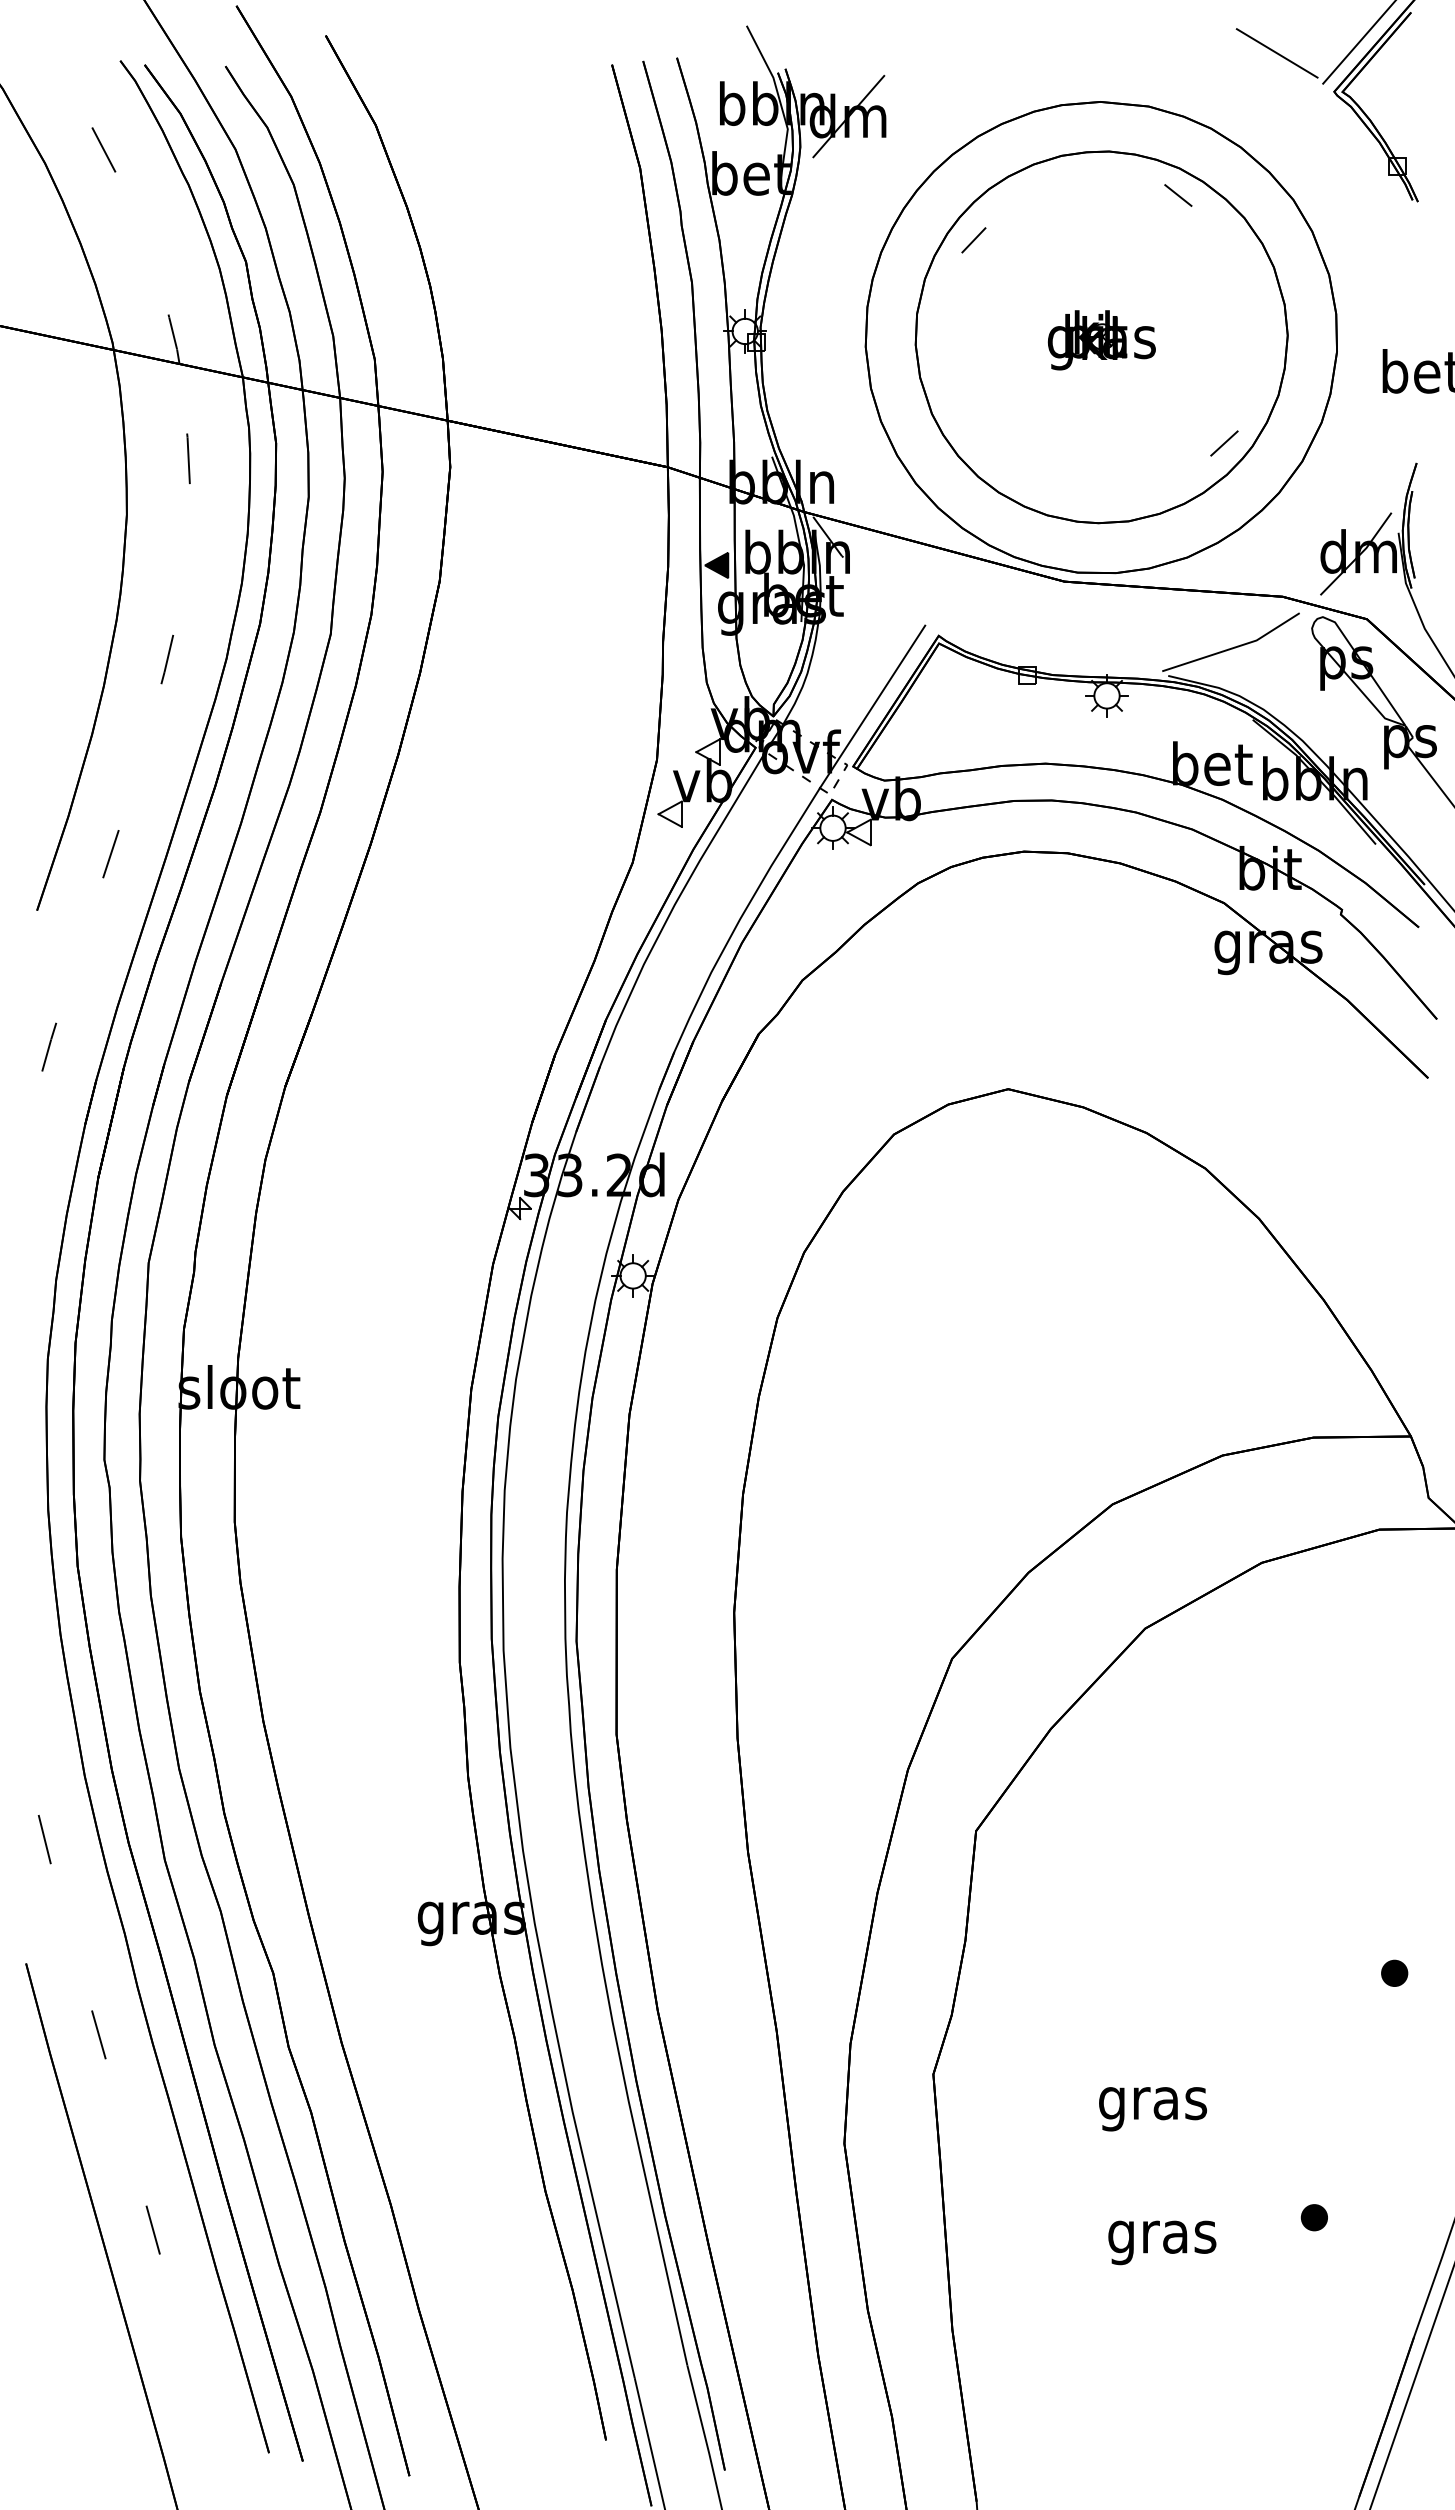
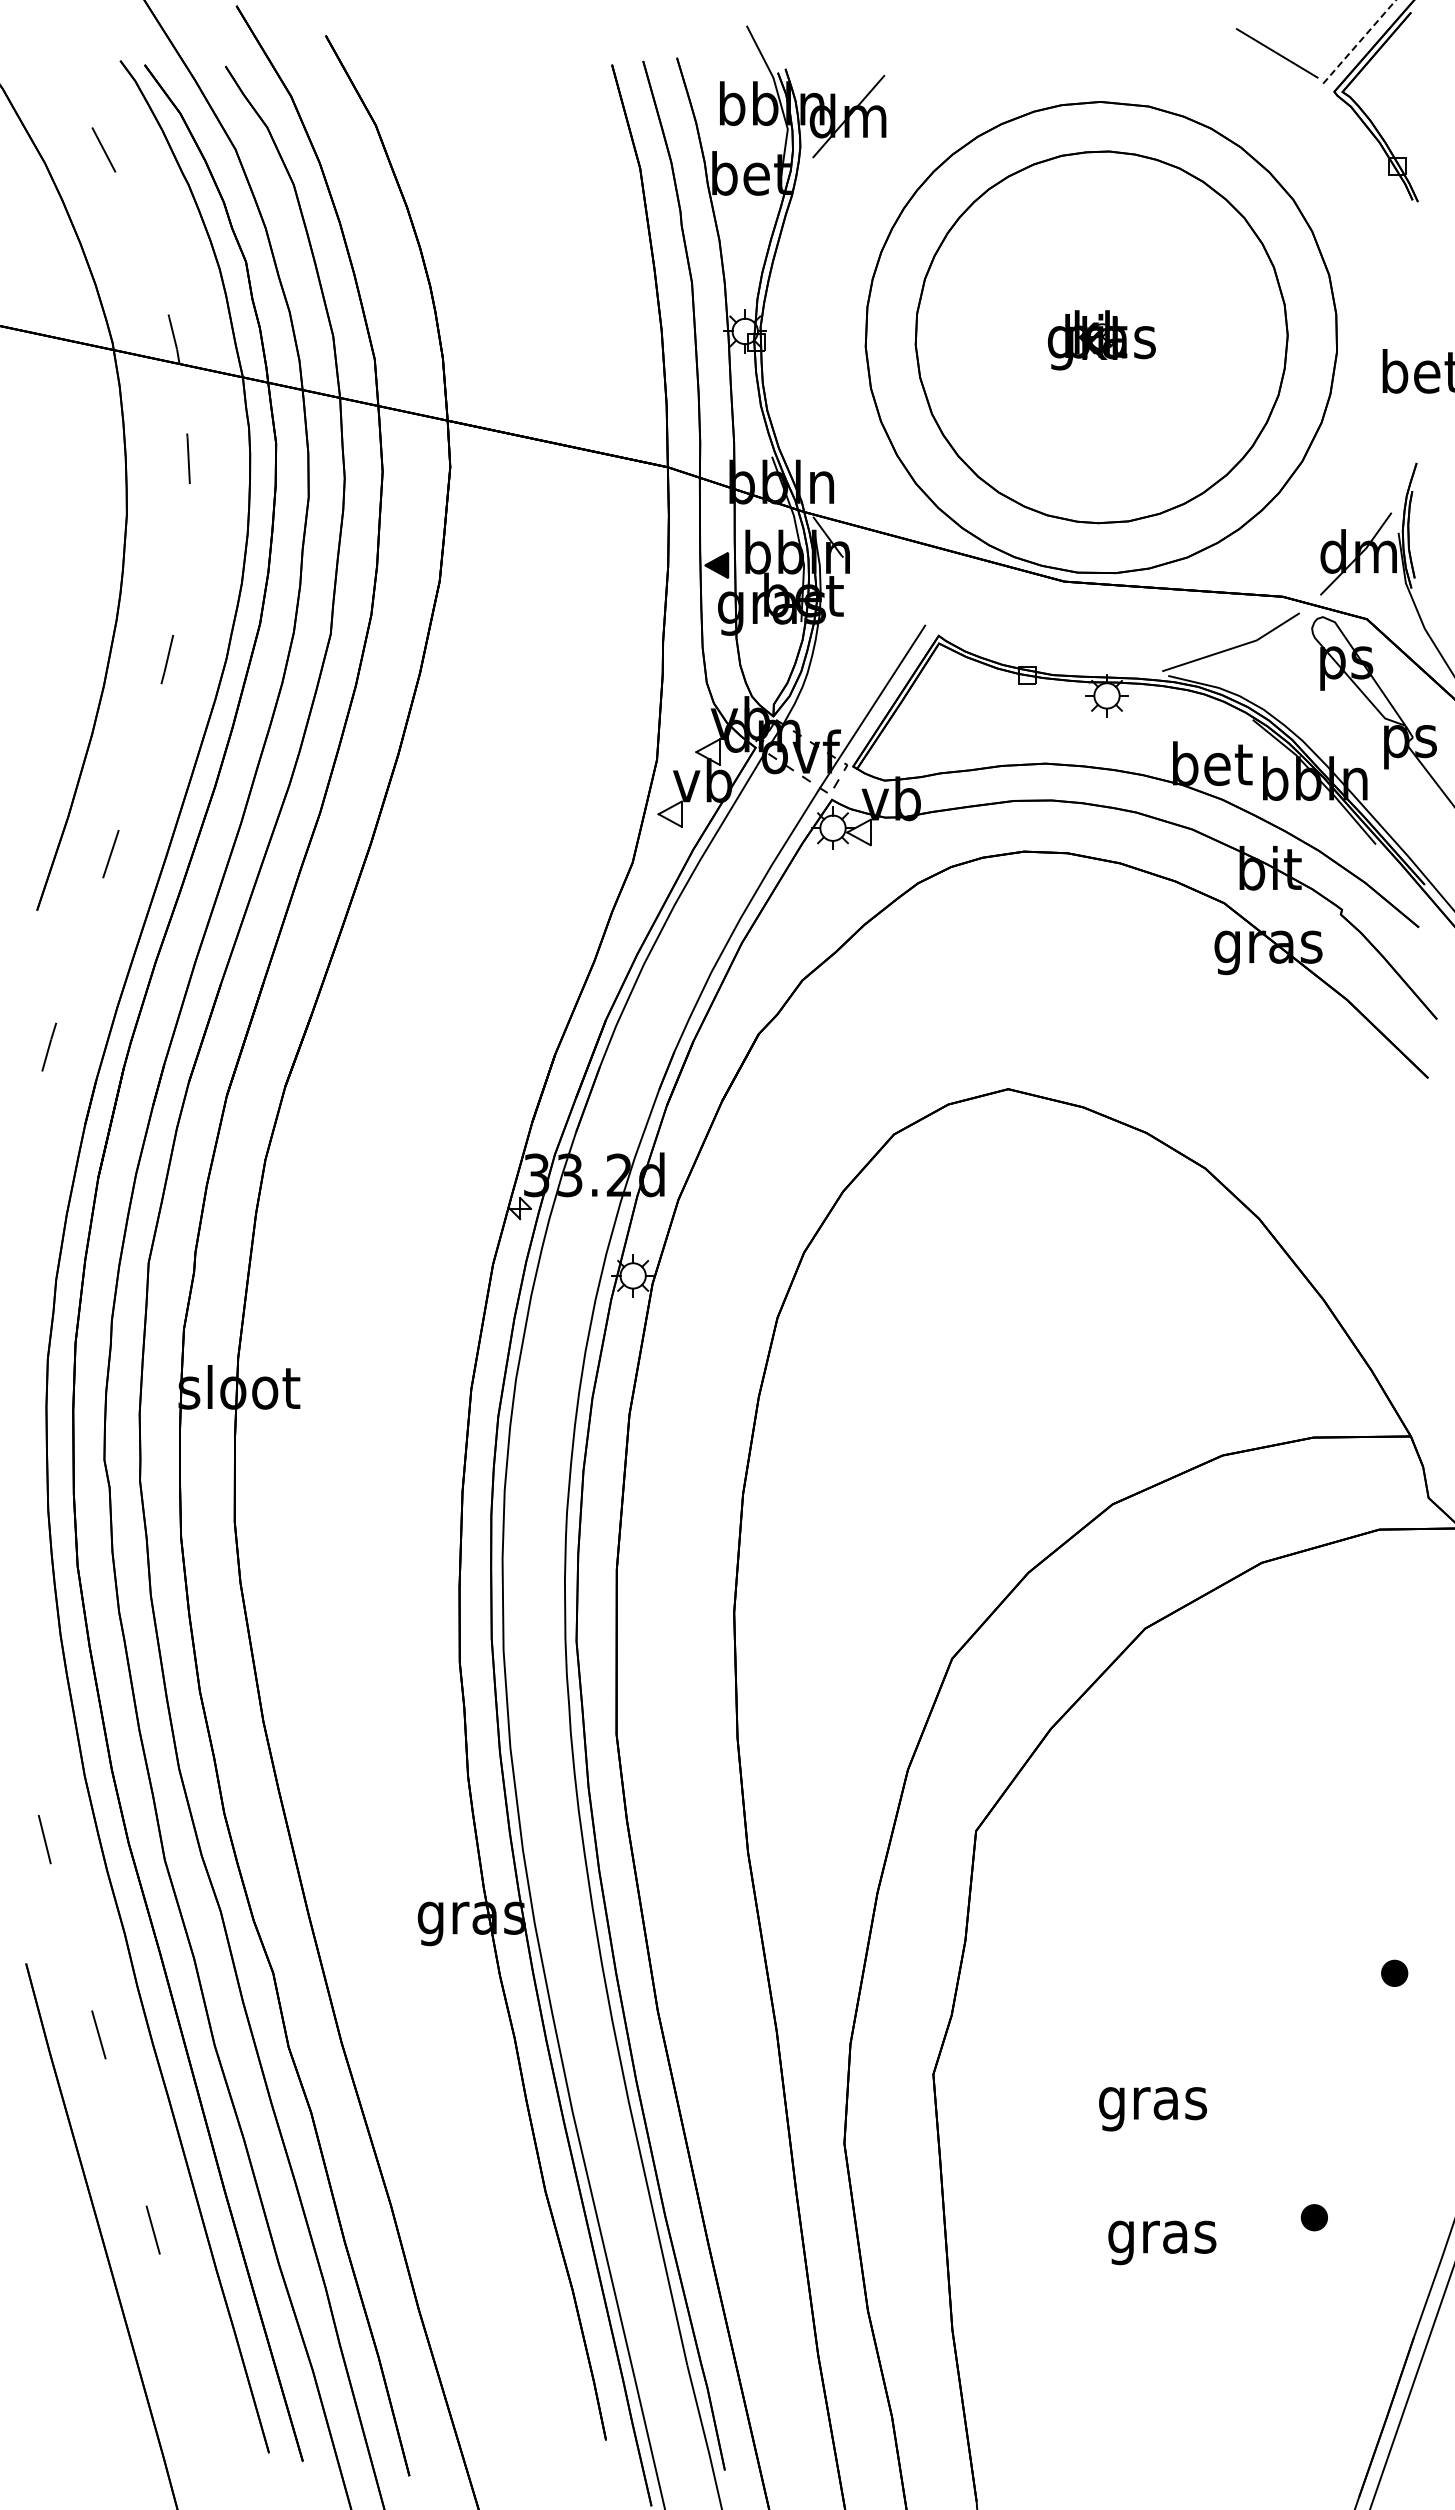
line at (1359, 41): solid -> dashed
line at (1178, 195): present -> none
line at (973, 240): present -> none
line at (1224, 443): present -> none
